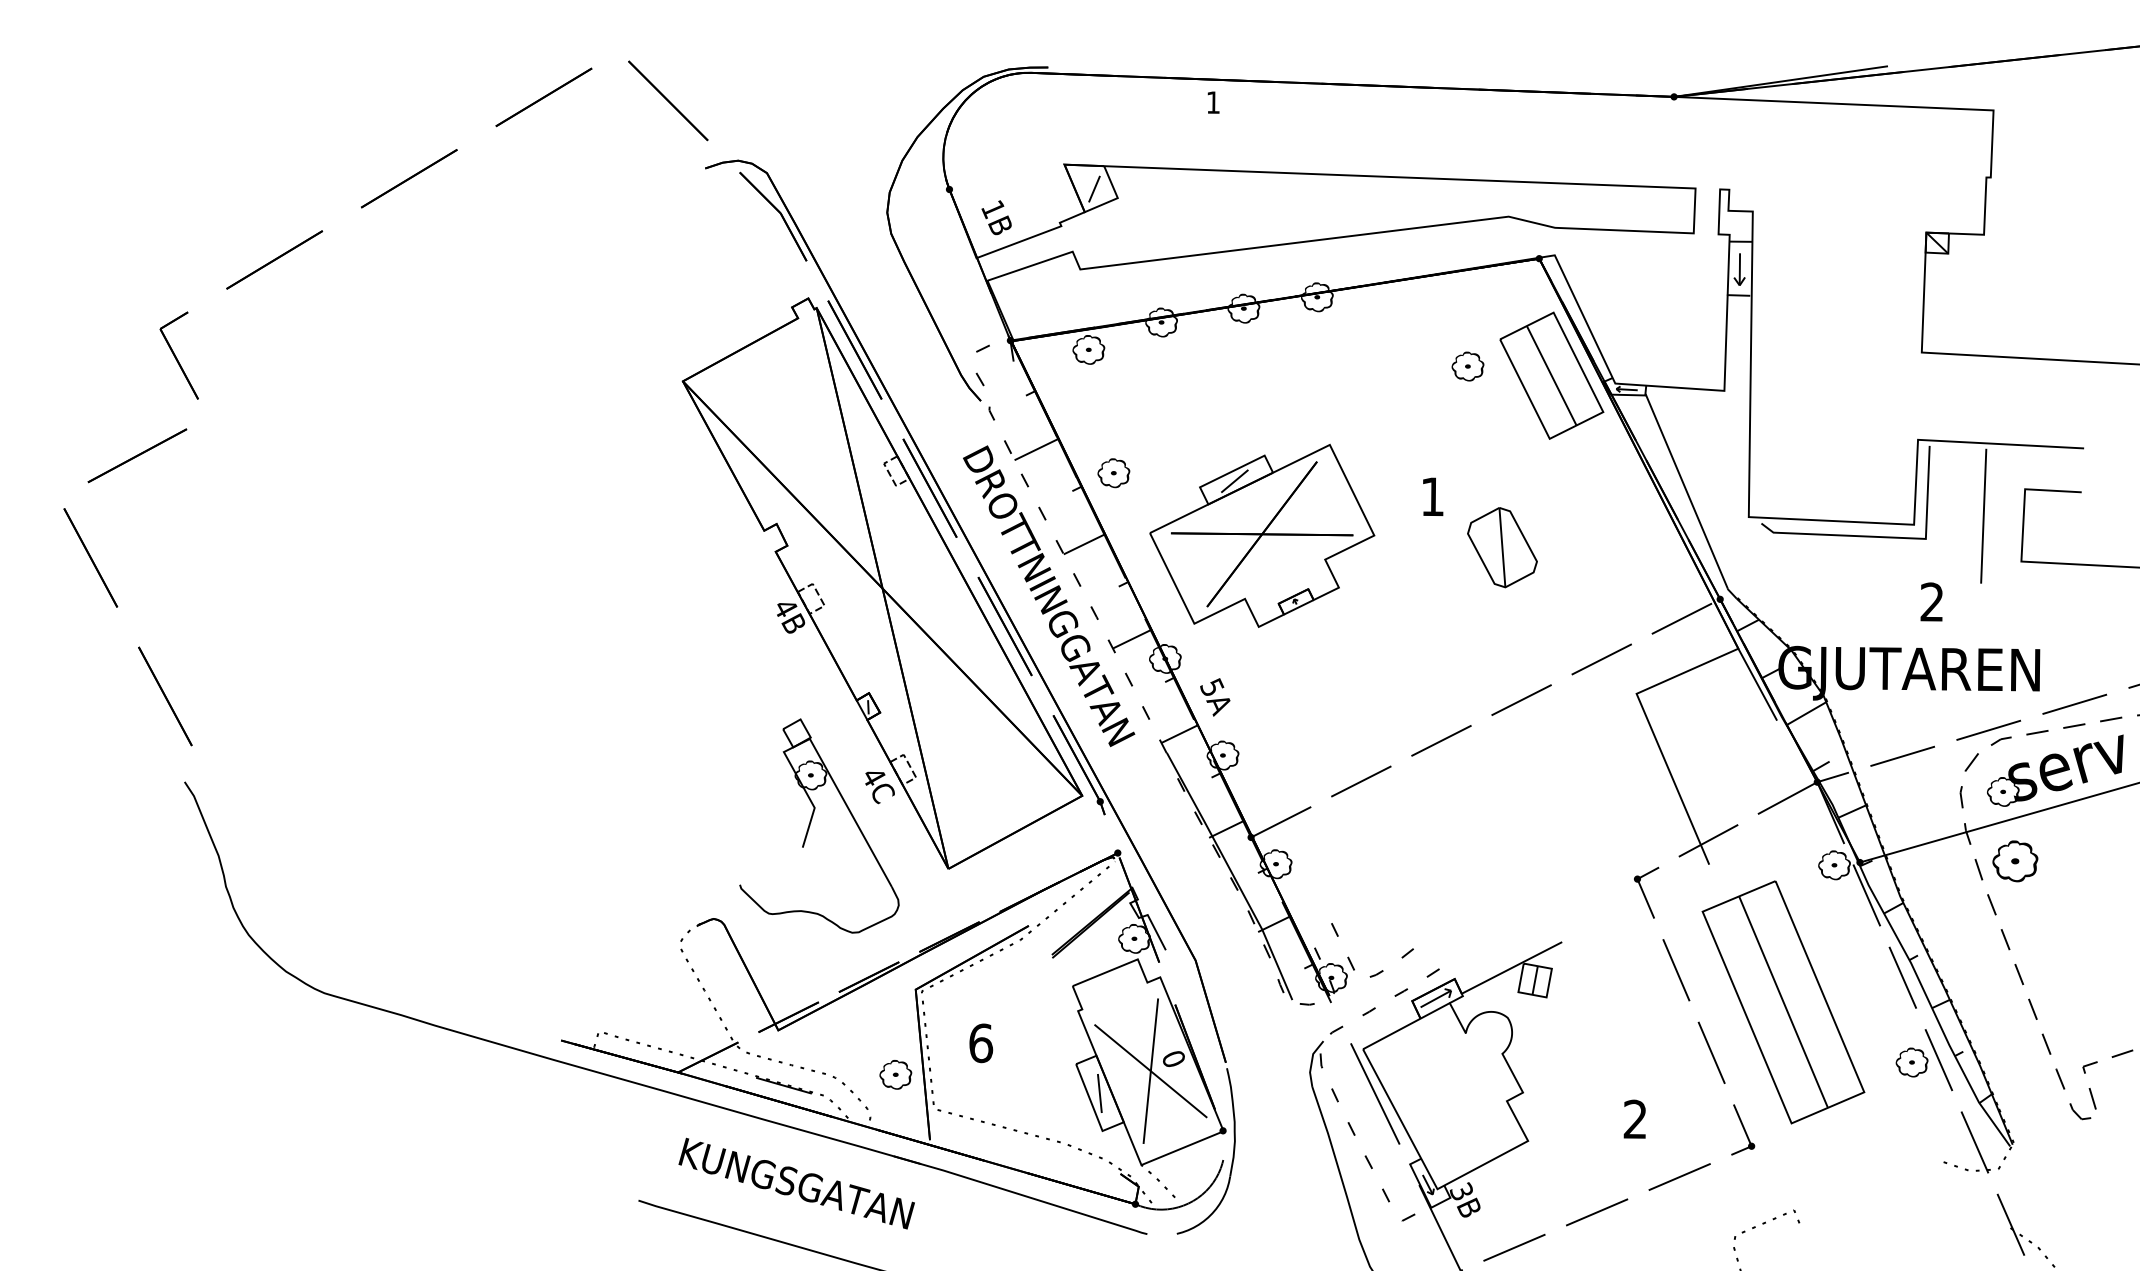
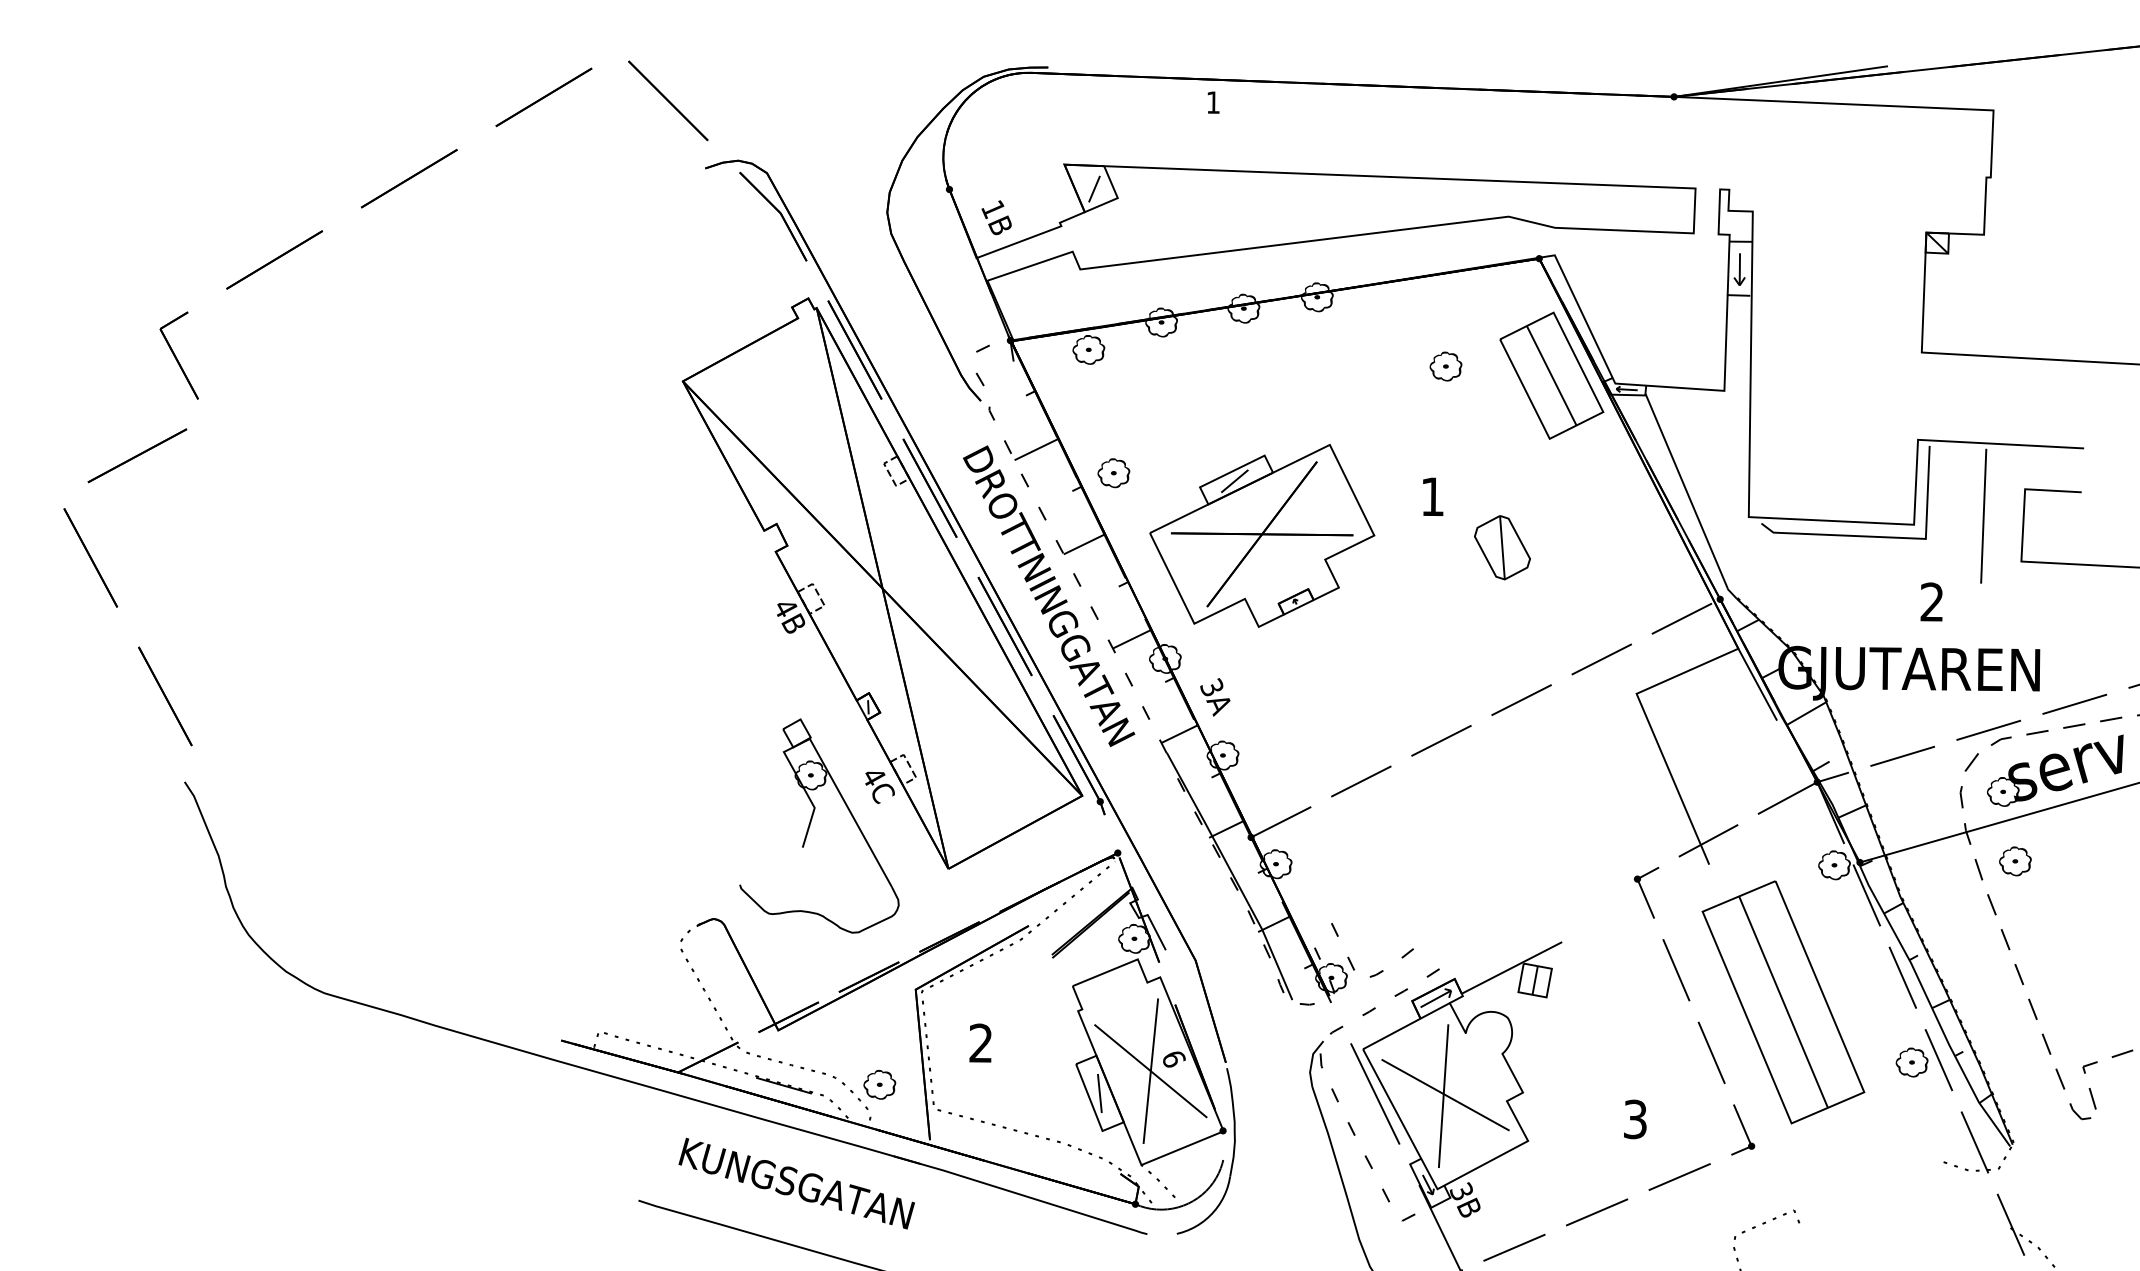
part at (1467, 366) position: (1467, 366) -> (1445, 366)
part at (1502, 547) size: 71x82 px -> 57x66 px
text at (1212, 687): 5A -> 3A
part at (2015, 861) size: 47x43 px -> 33x31 px
text at (981, 1043): 6 -> 2
text at (1174, 1059): 0 -> 6
part at (895, 1074) position: (895, 1074) -> (879, 1084)
part at (1445, 1095): none -> present
text at (1634, 1119): 2 -> 3
